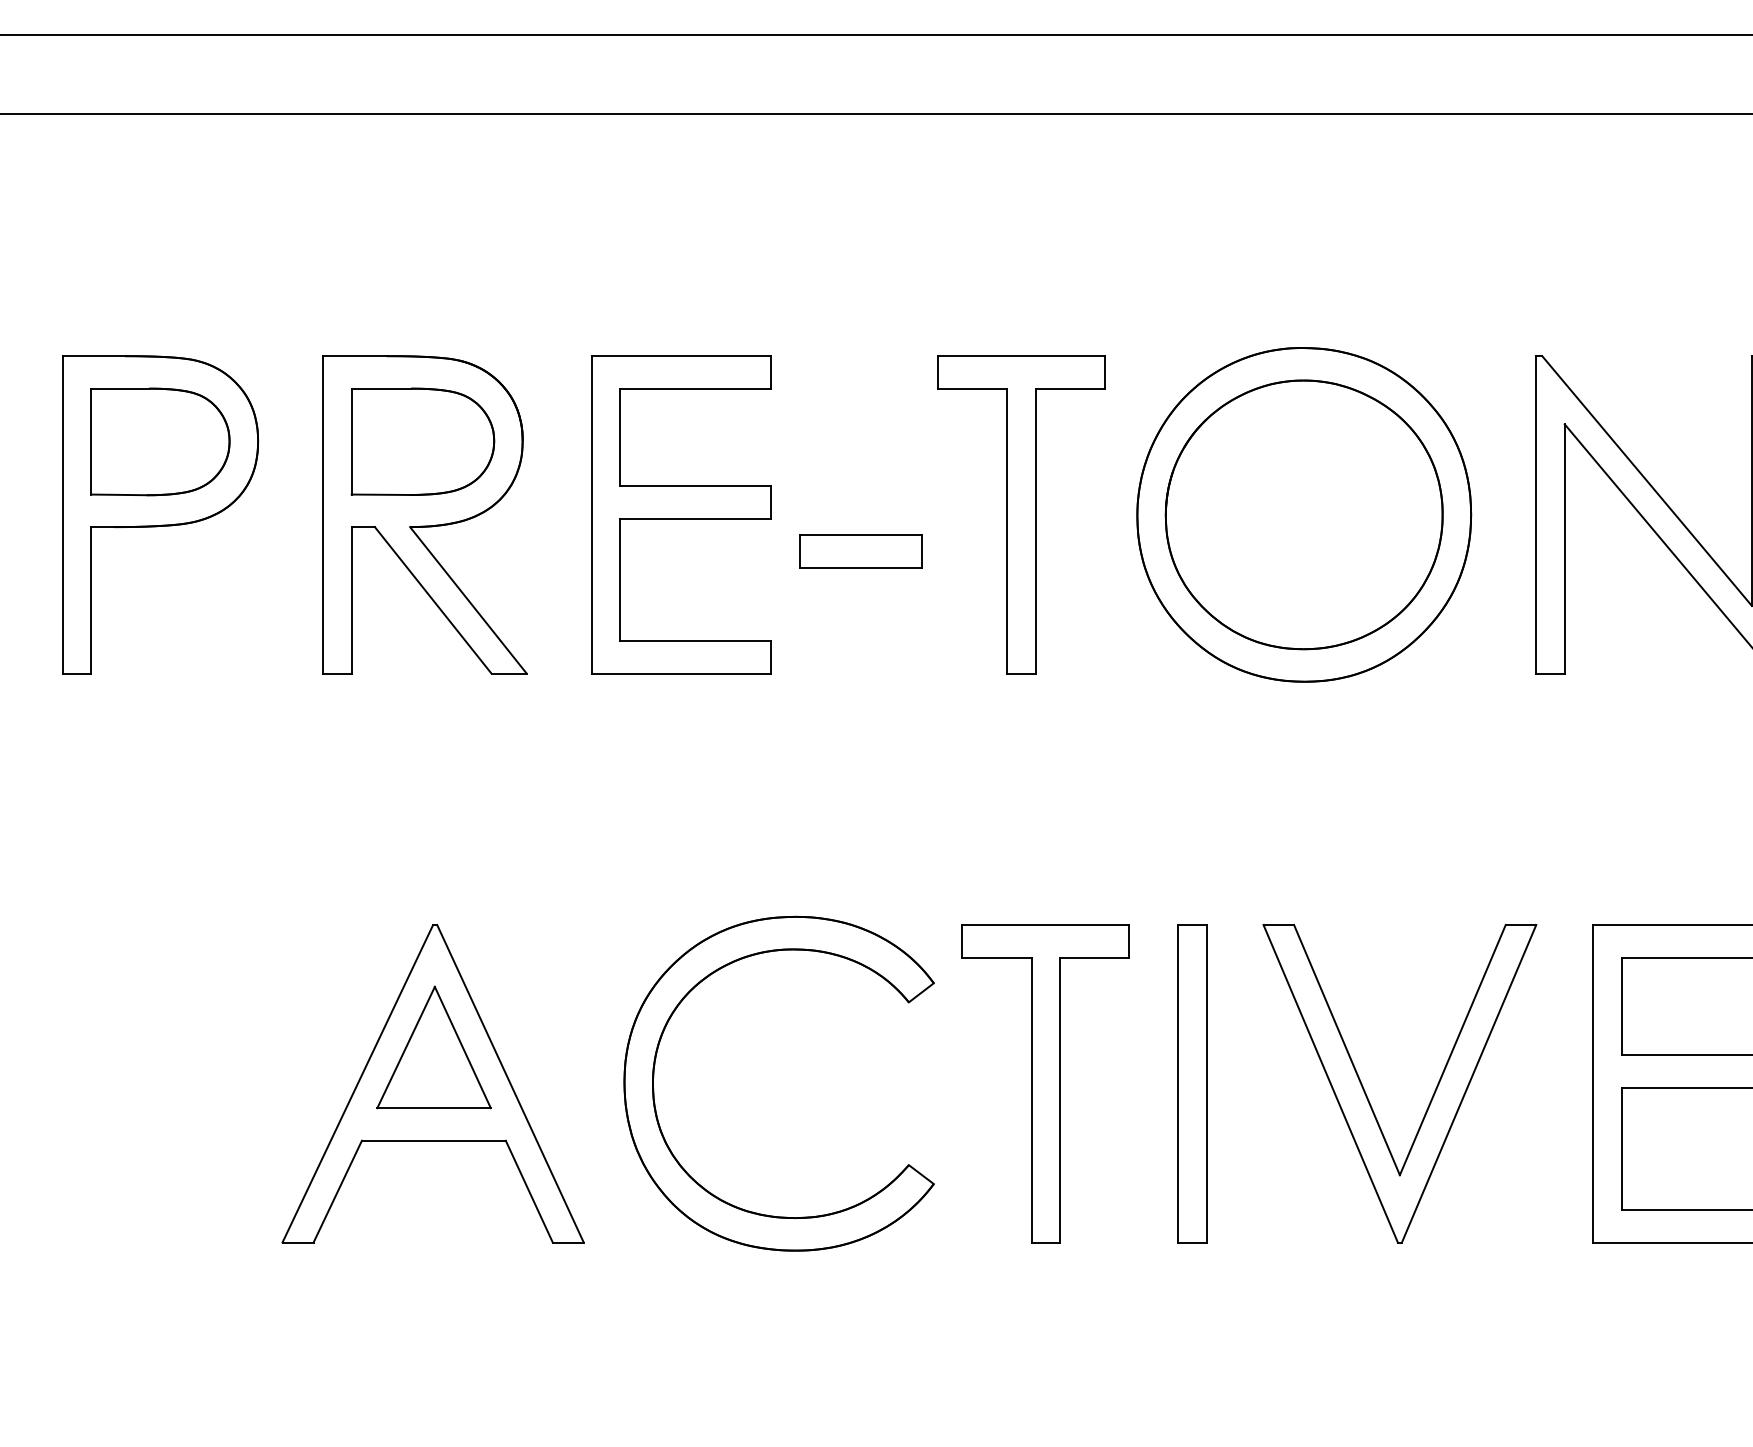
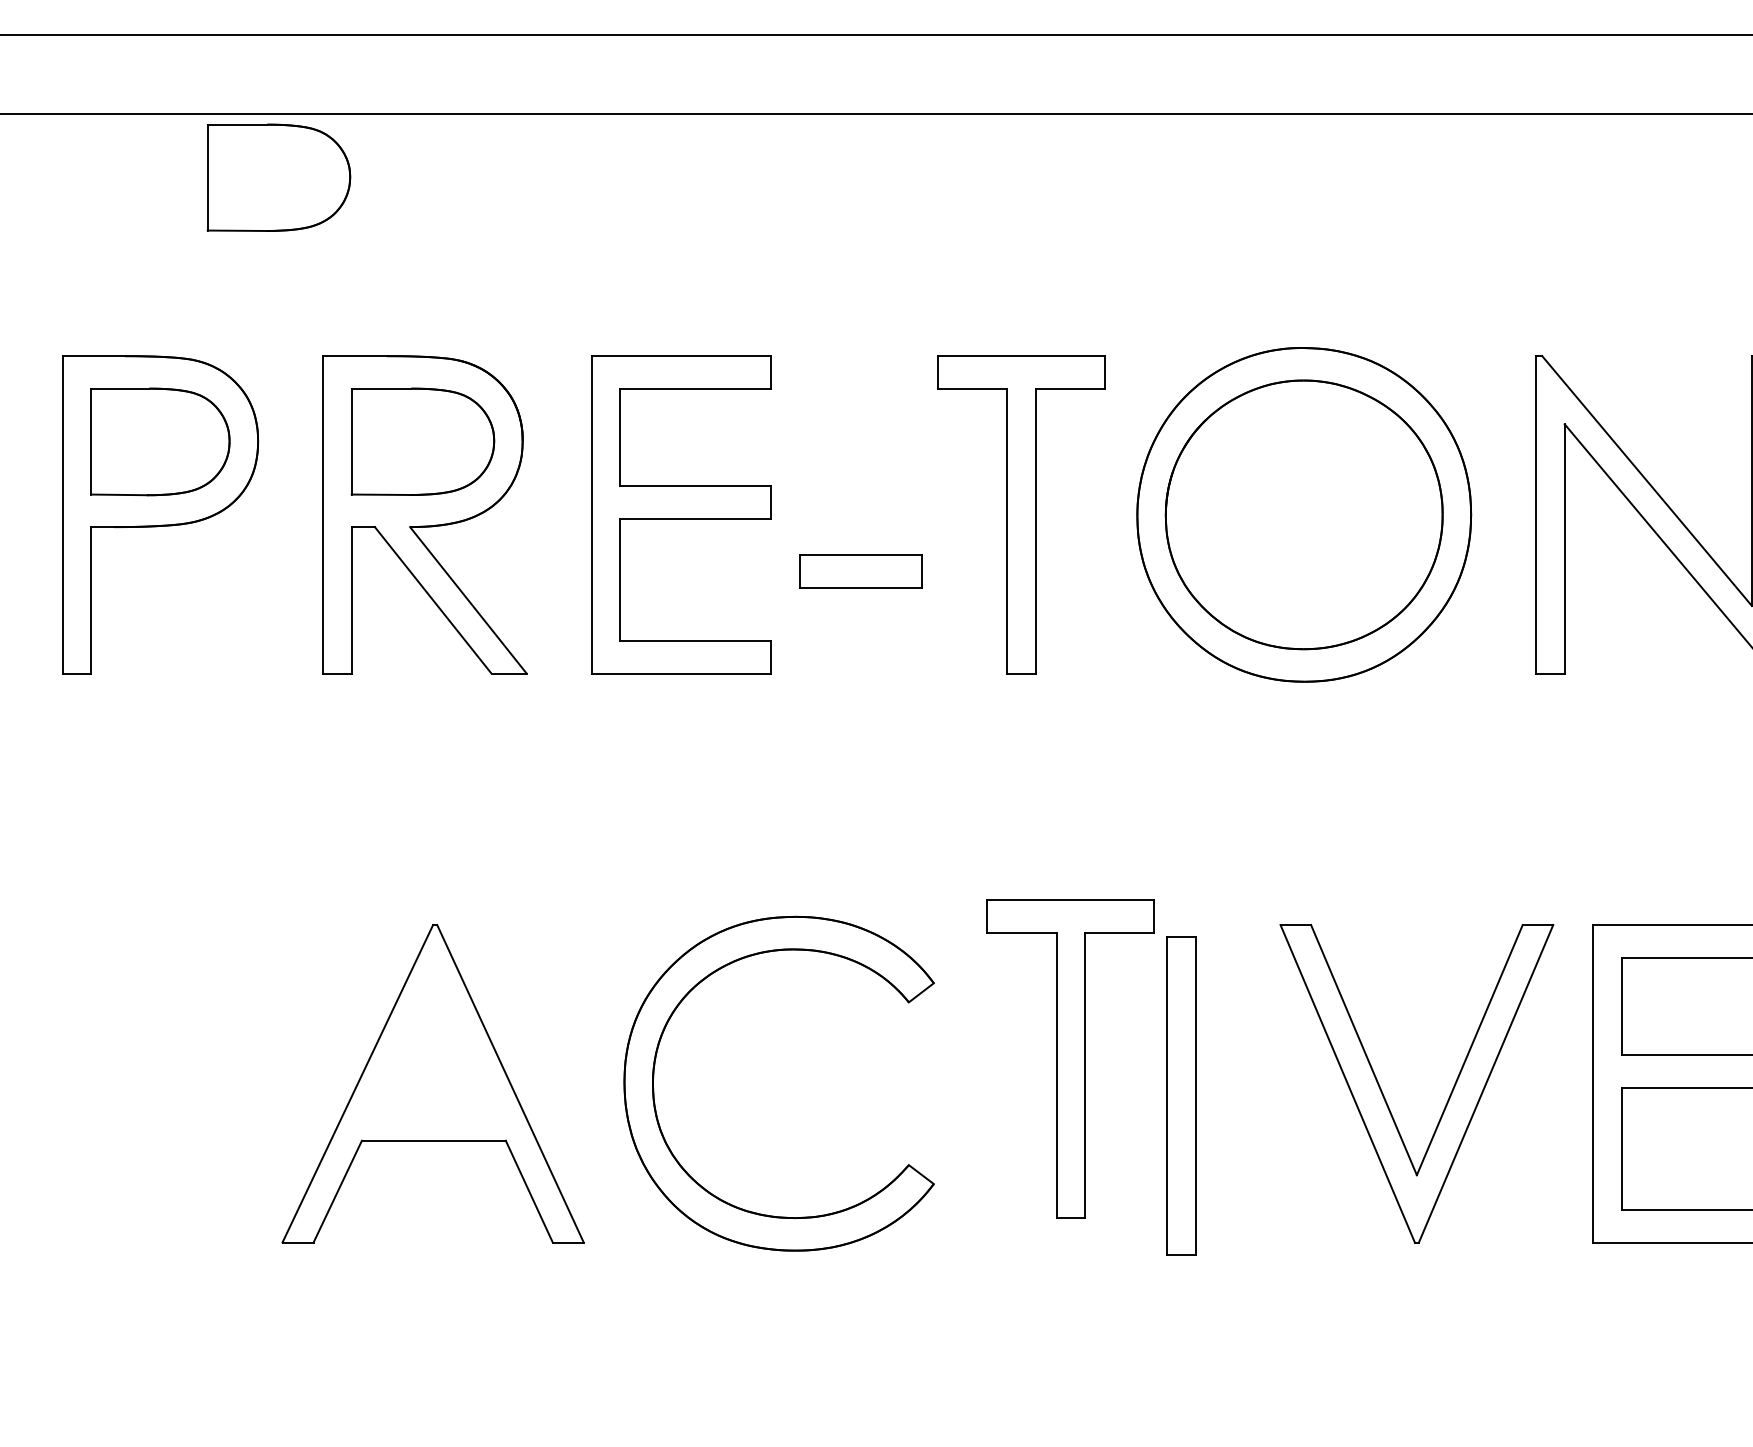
part at (278, 177): none -> present
part at (860, 551) position: (860, 551) -> (860, 571)
part at (433, 1047): present -> none
part at (1045, 1083) position: (1045, 1083) -> (1070, 1058)
part at (1192, 1083) position: (1192, 1083) -> (1181, 1095)
part at (1367, 1095) position: (1367, 1095) -> (1384, 1095)
